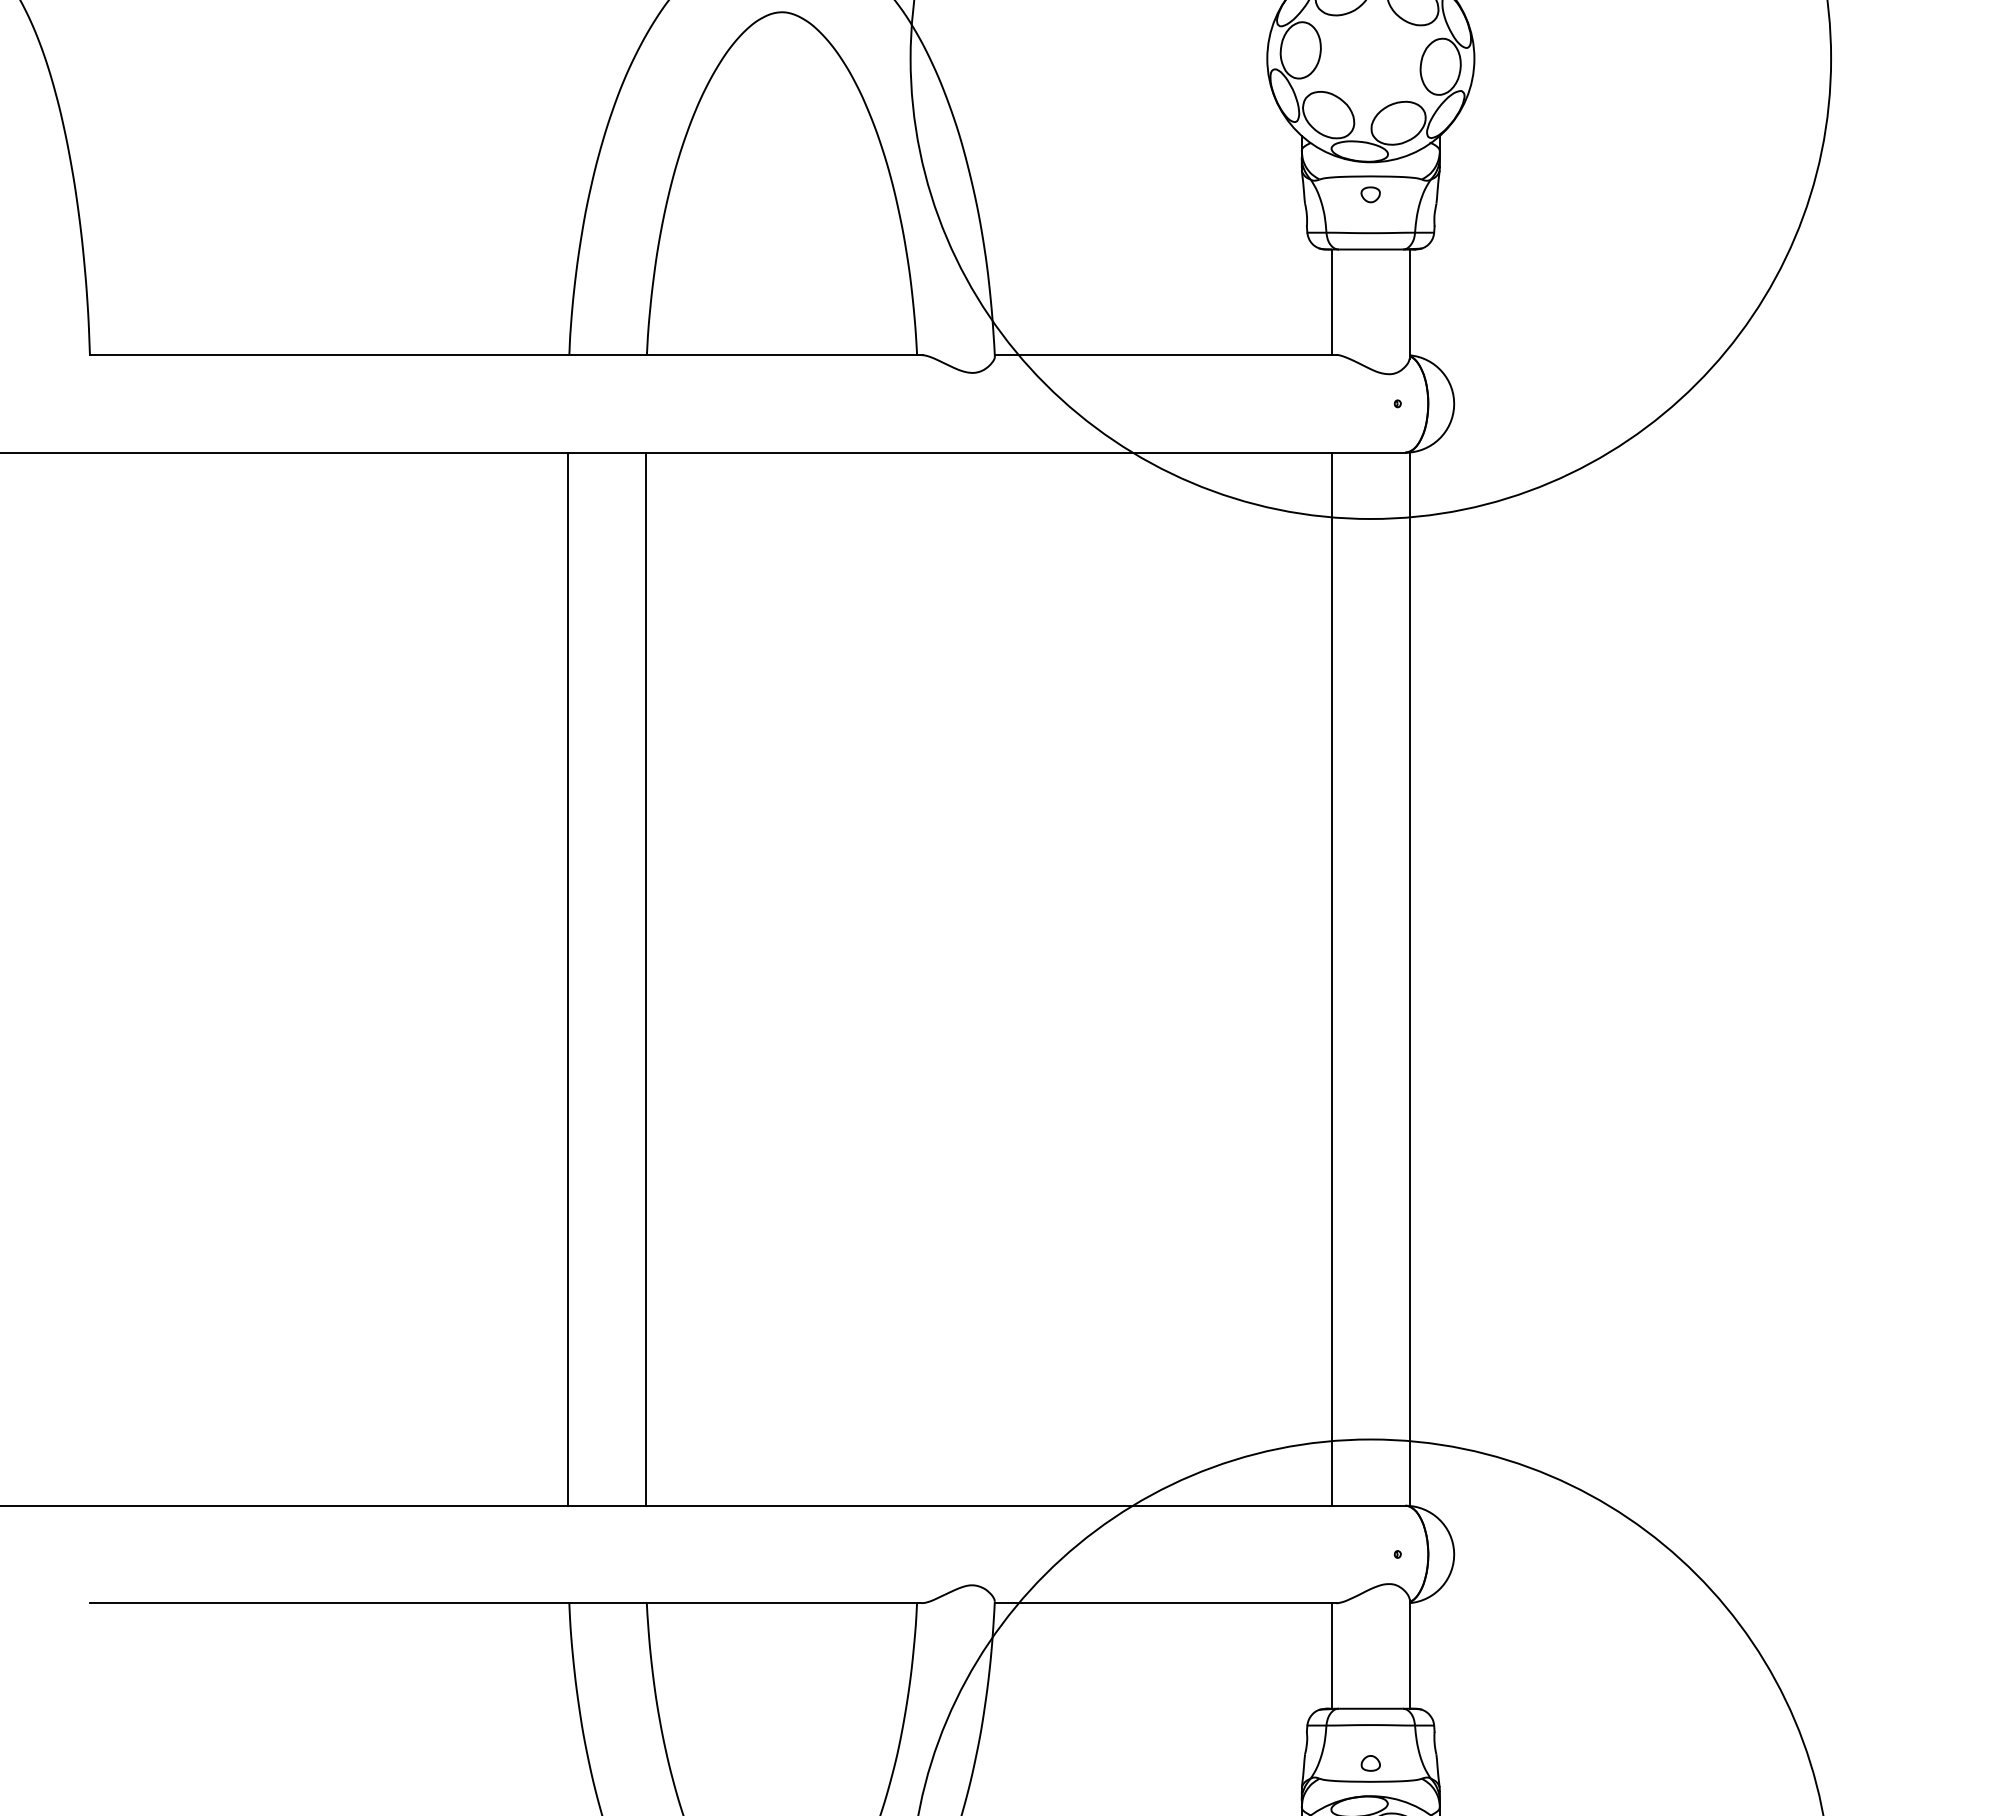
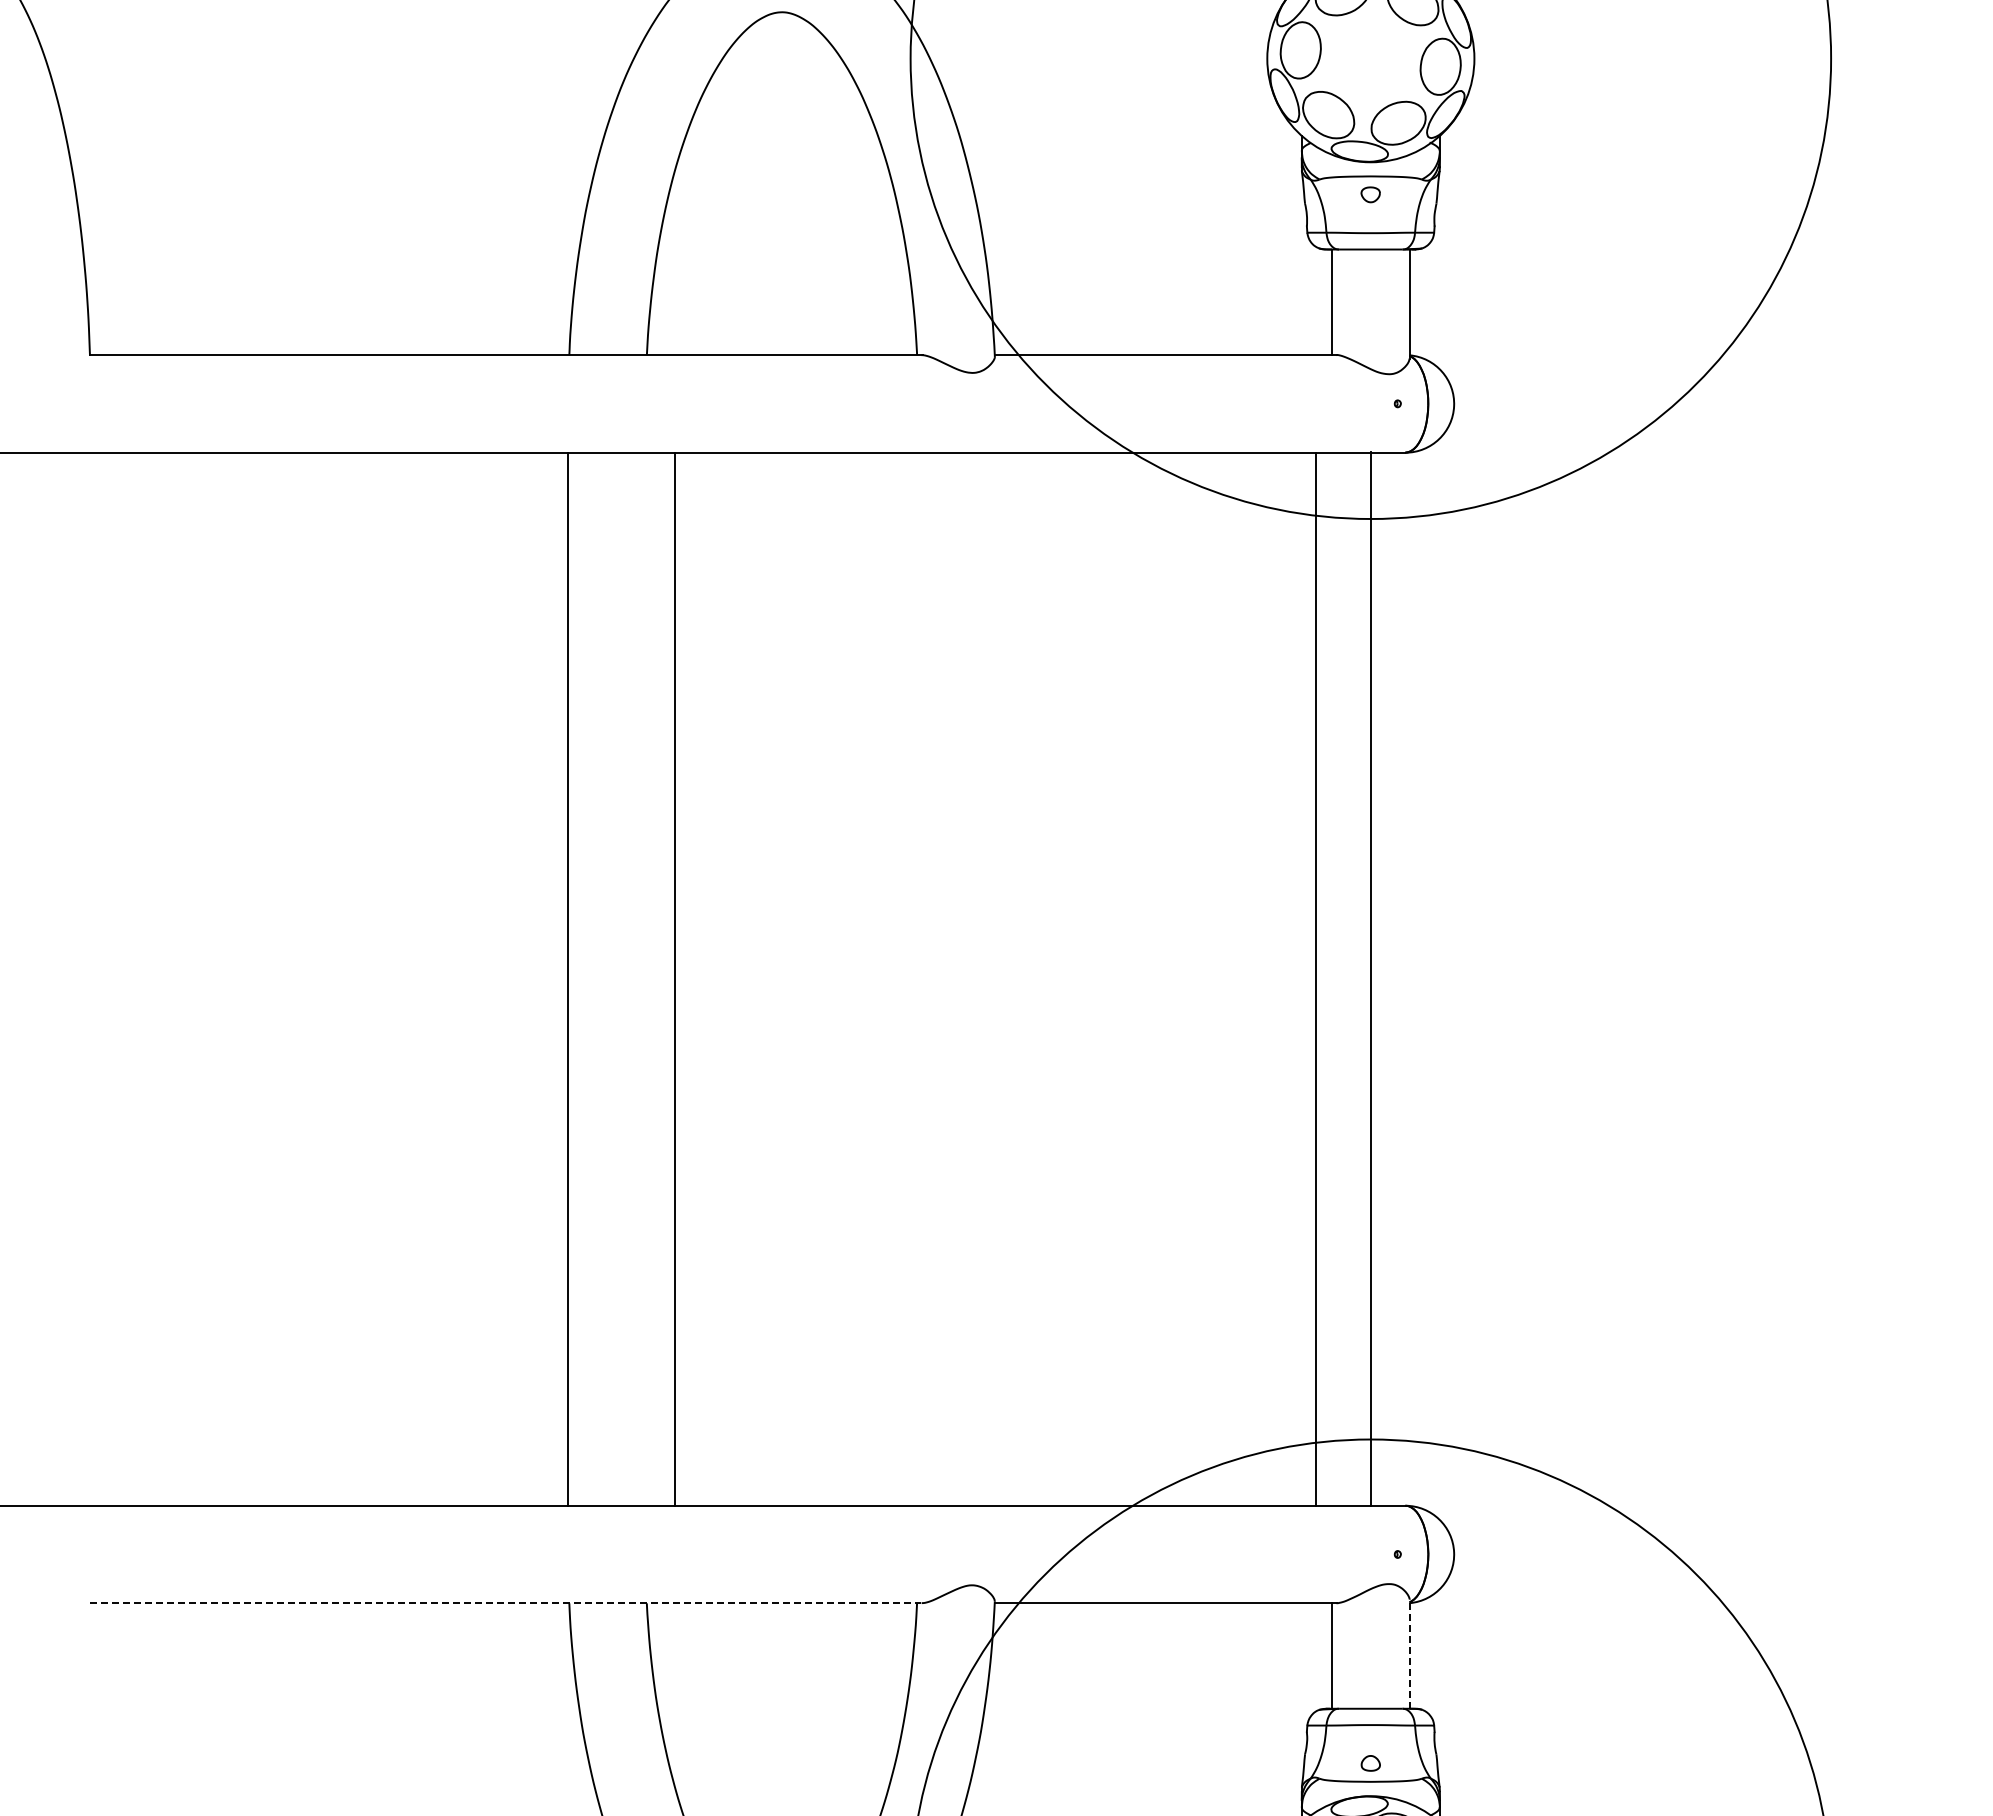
line at (645, 978) position: (645, 978) -> (674, 978)
line at (1331, 978) position: (1331, 978) -> (1315, 978)
line at (1409, 978) position: (1409, 978) -> (1370, 978)
line at (505, 1603): solid -> dashed
line at (1409, 1654): solid -> dashed
